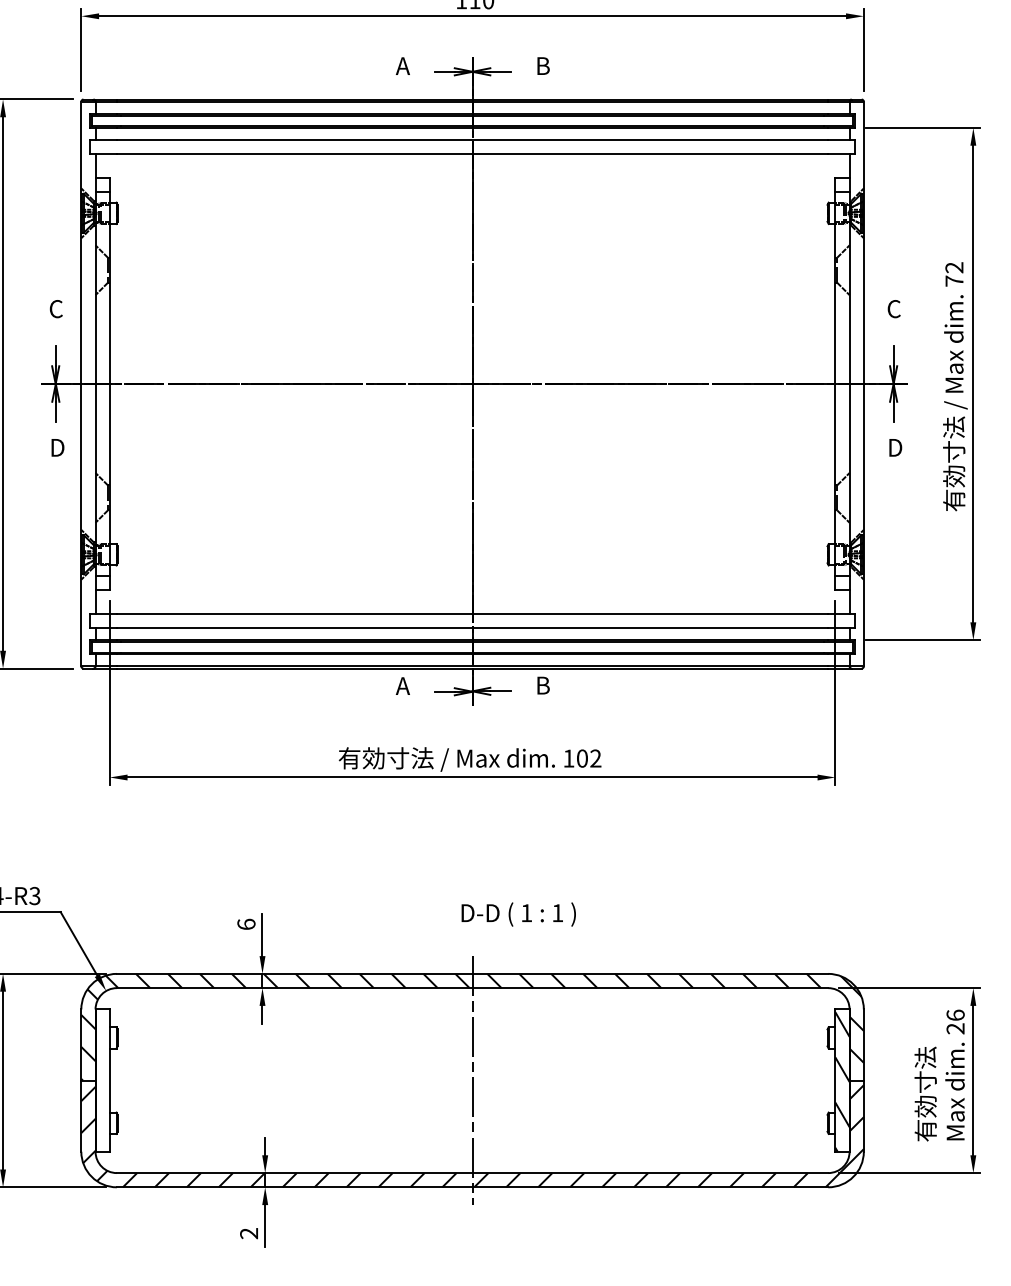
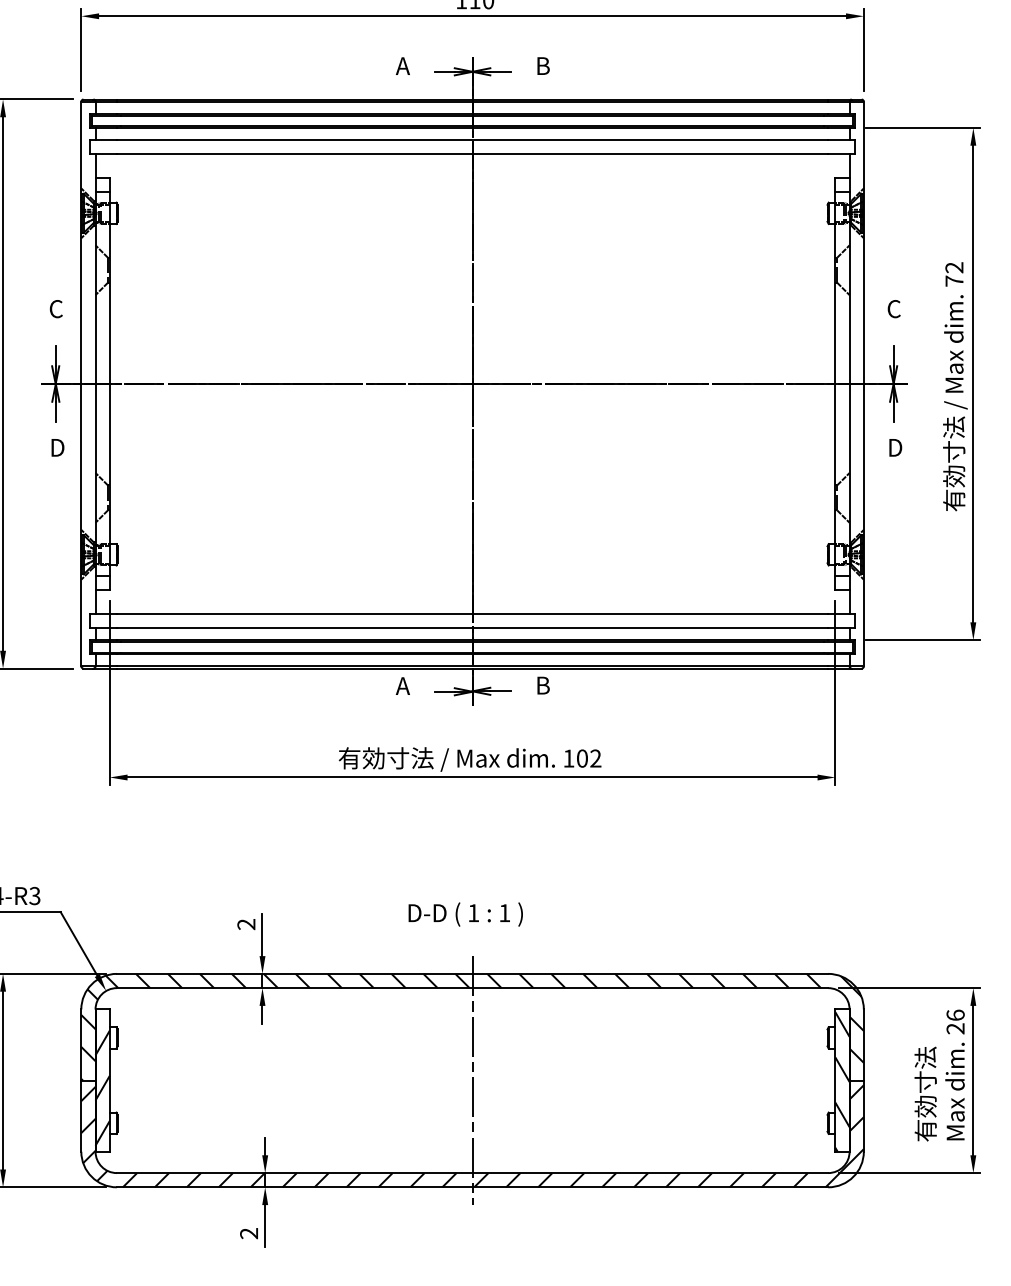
text at (518, 914) position: (518, 914) -> (465, 914)
text at (246, 924): 6 -> 2
hatch at (102, 1077): none -> present
